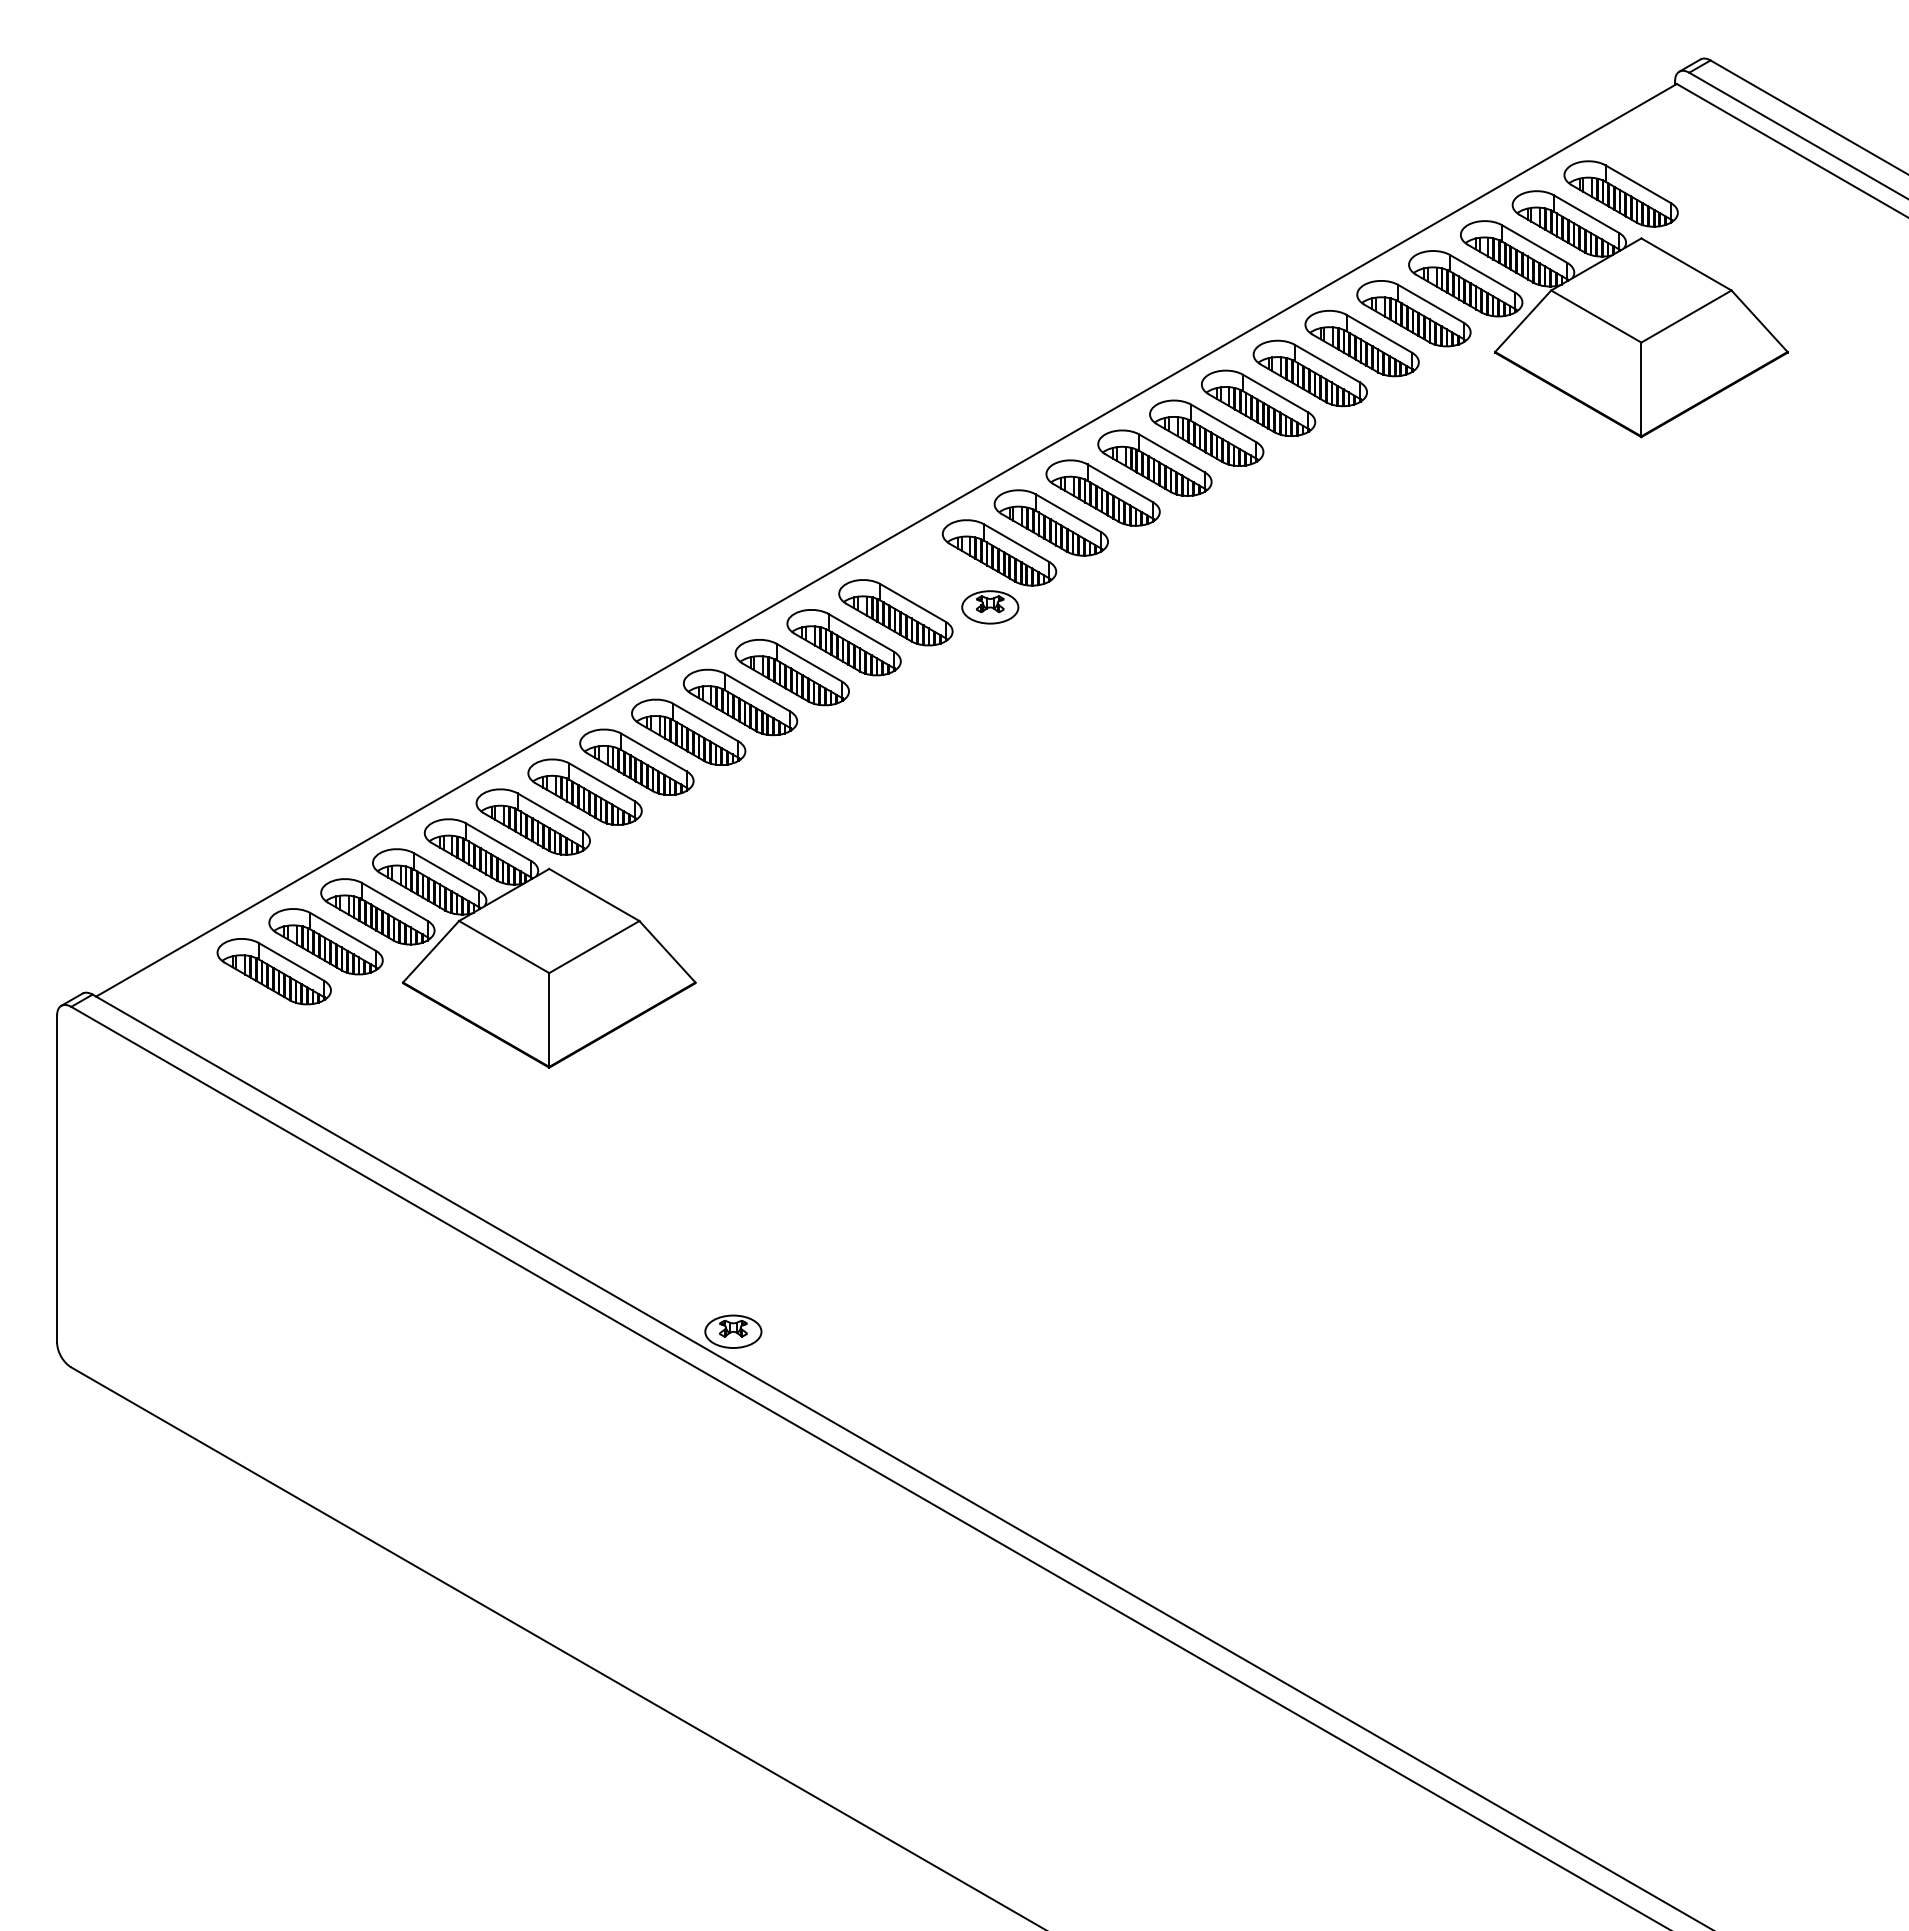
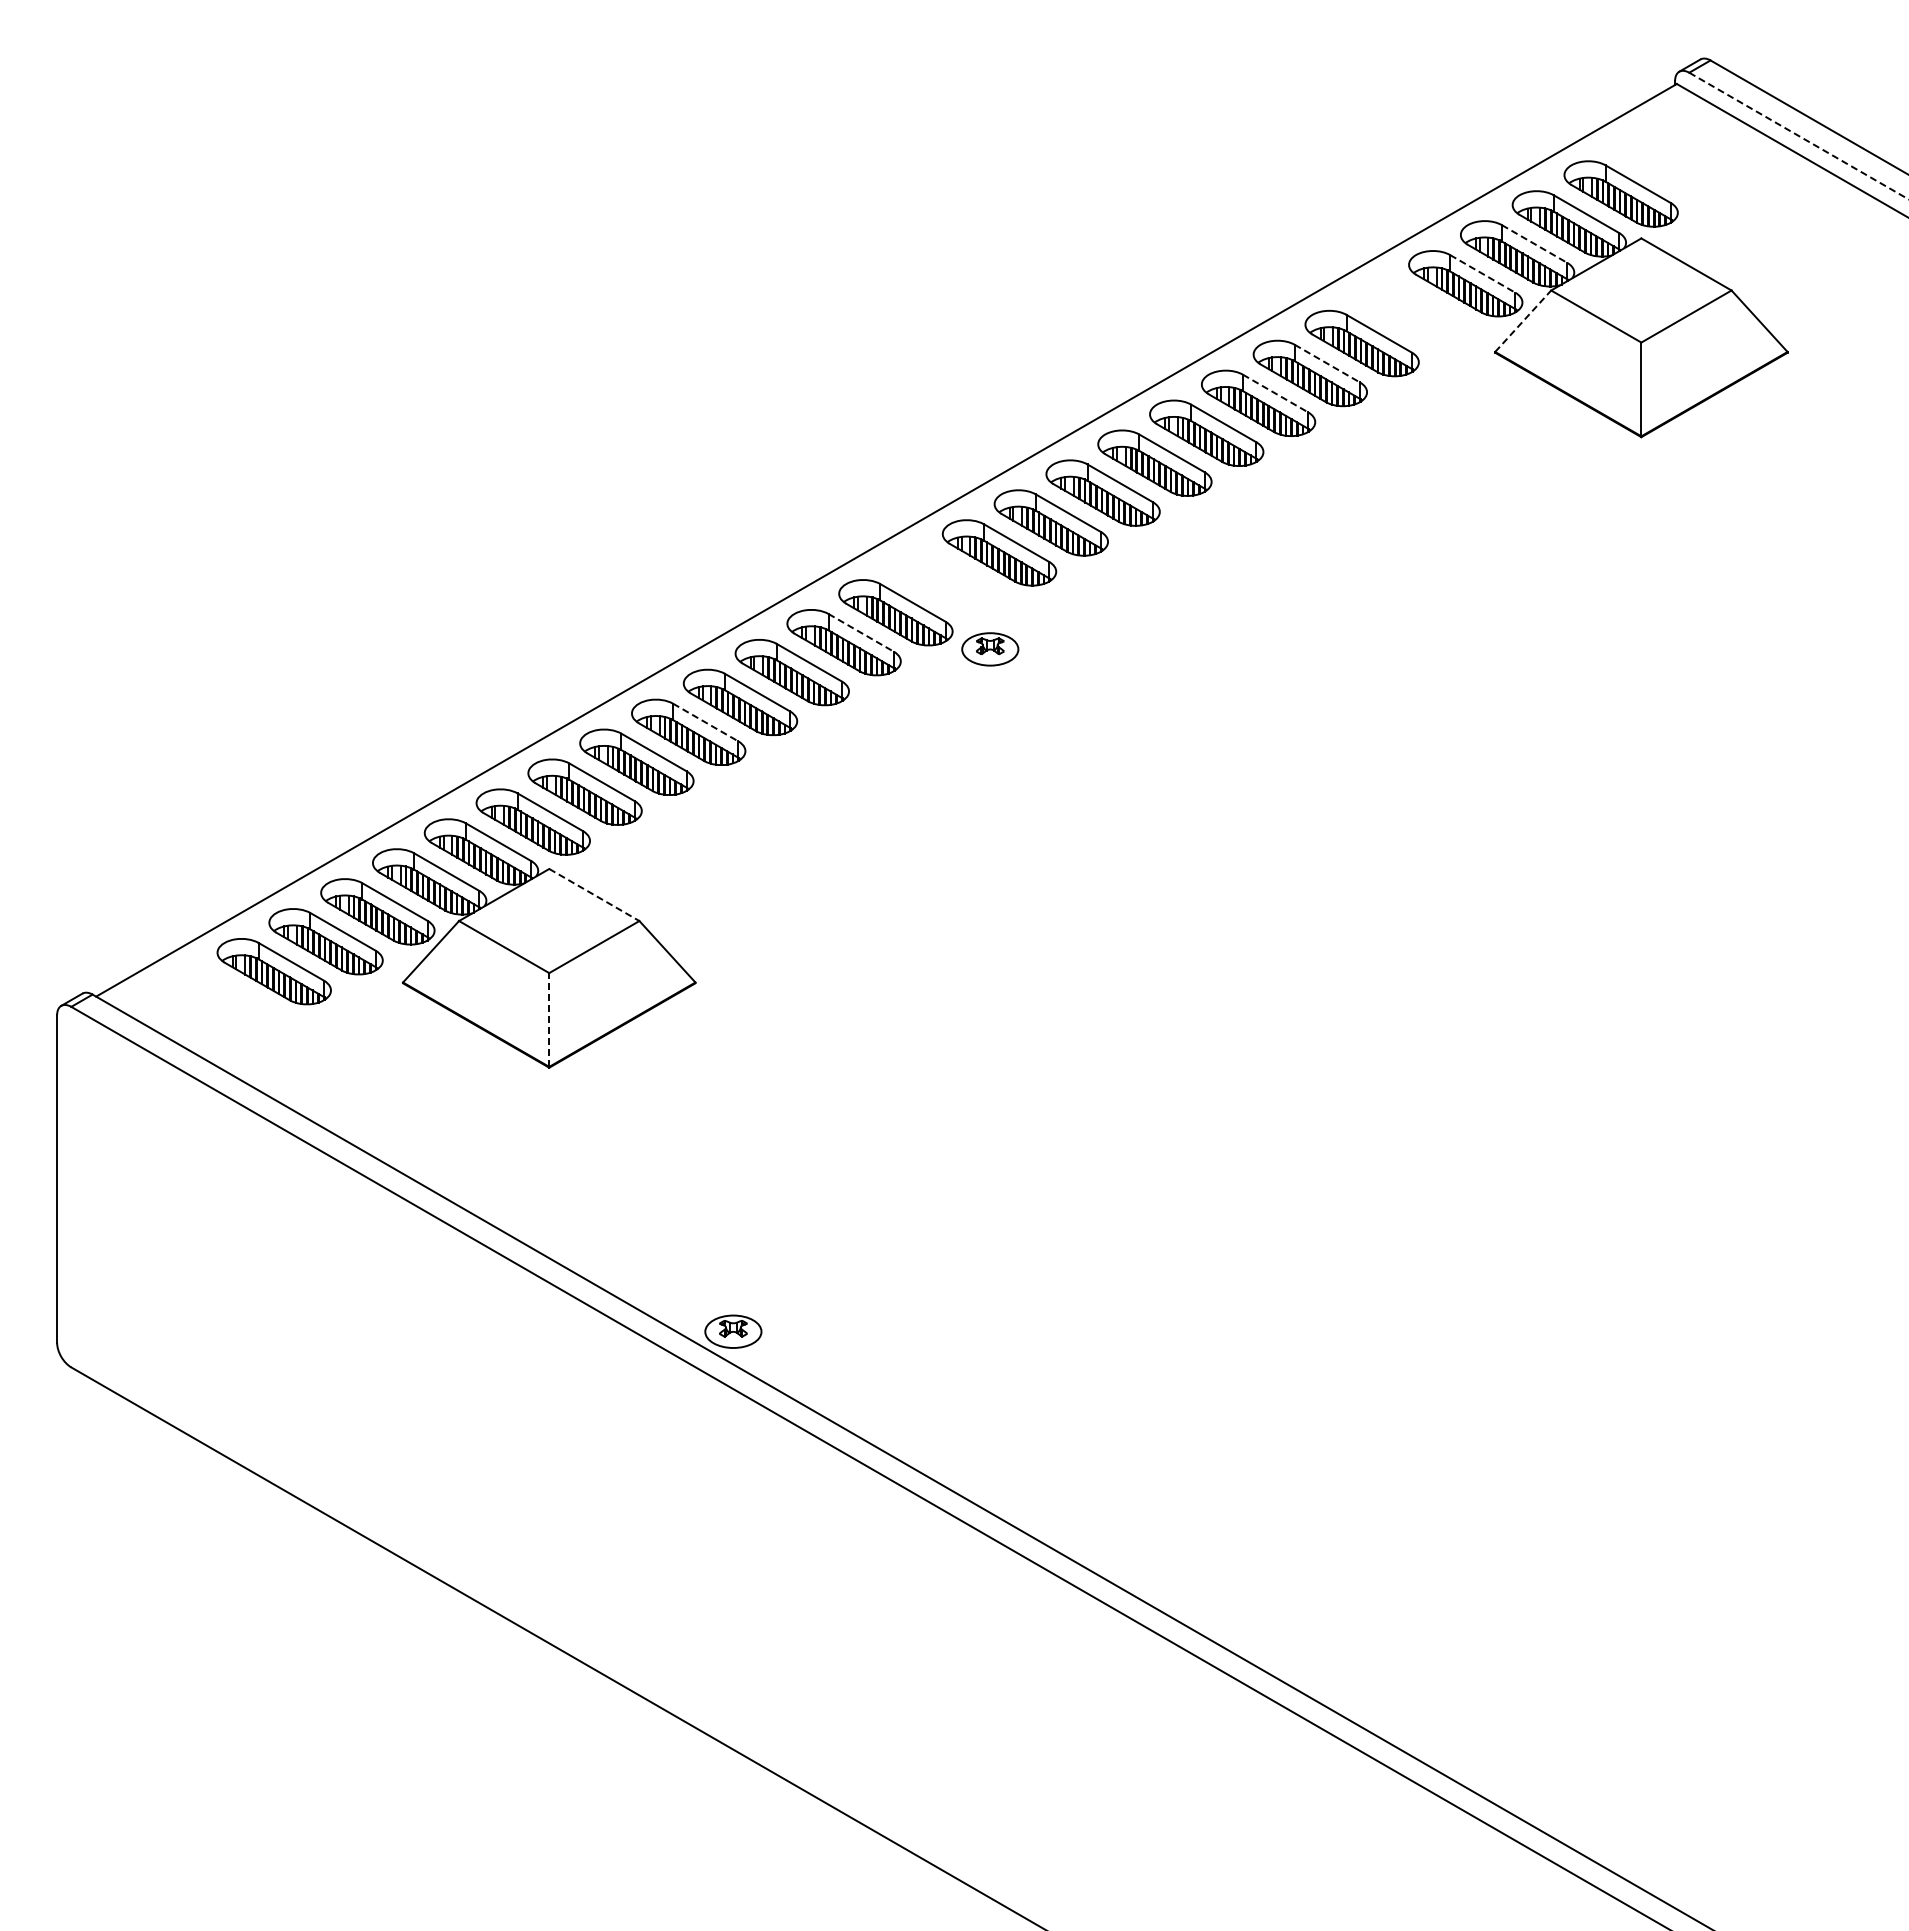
line at (1799, 136): solid -> dashed
line at (1534, 244): solid -> dashed
line at (1482, 273): solid -> dashed
part at (1413, 313): present -> none
line at (1523, 321): solid -> dashed
line at (1327, 363): solid -> dashed
line at (1275, 393): solid -> dashed
part at (990, 607) position: (990, 607) -> (990, 649)
line at (861, 632): solid -> dashed
line at (705, 722): solid -> dashed
line at (594, 895): solid -> dashed
line at (549, 1020): solid -> dashed
